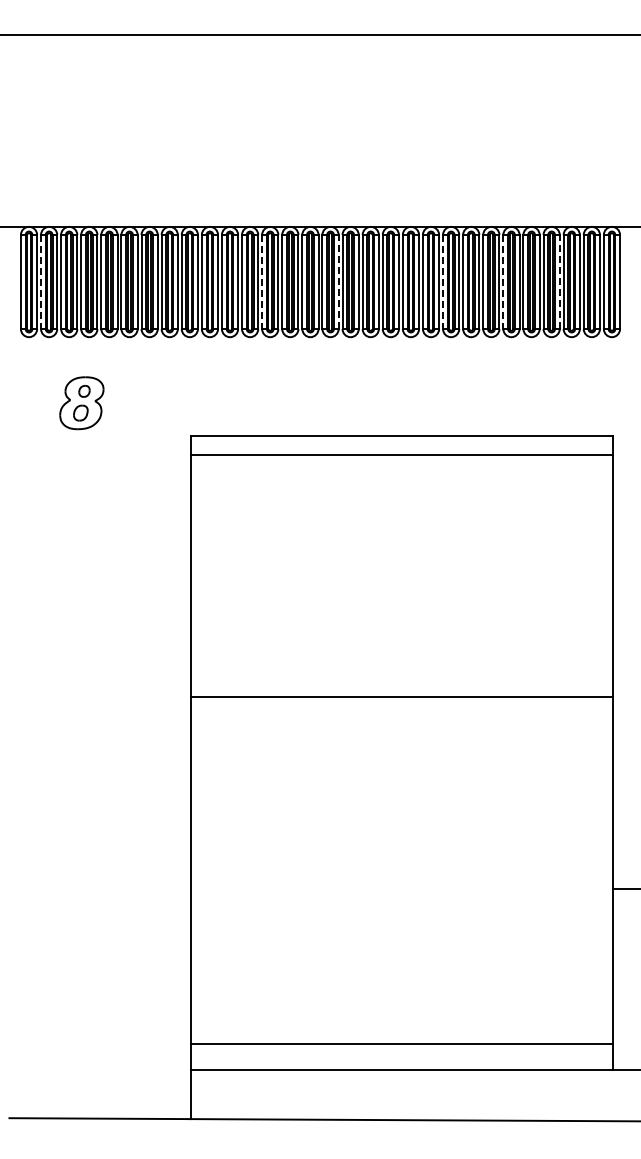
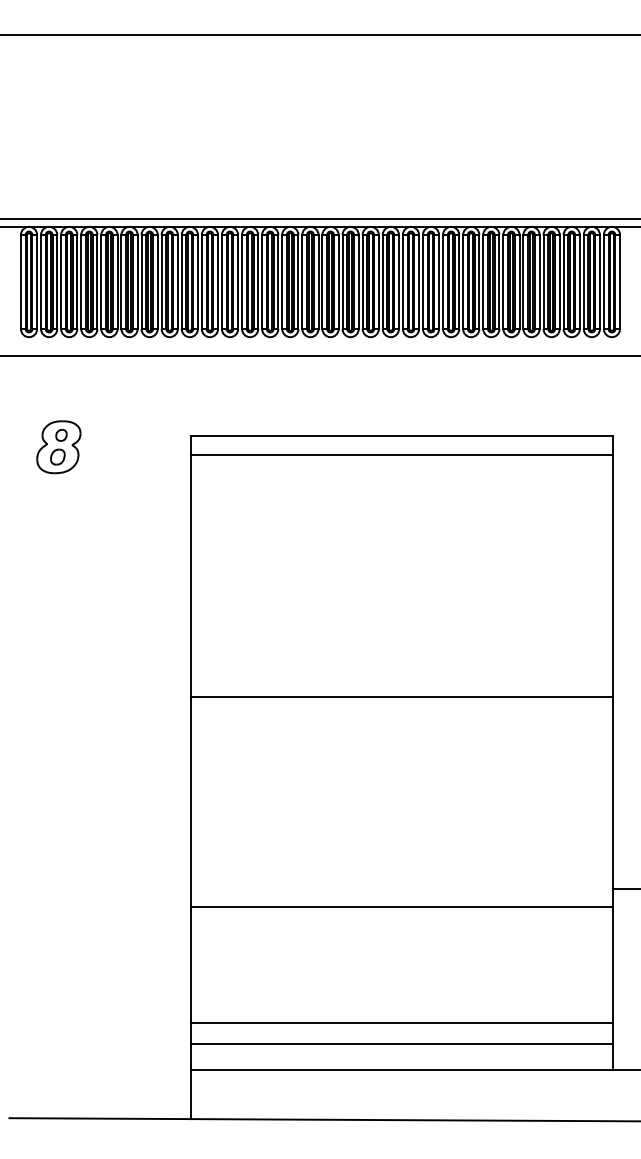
line at (319, 219): none -> present
line at (338, 281): dashed -> solid
line at (559, 281): dashed -> solid
line at (41, 282): dashed -> solid
line at (262, 282): dashed -> solid
line at (443, 282): dashed -> solid
line at (503, 282): dashed -> solid
line at (319, 355): none -> present
part at (81, 403) position: (81, 403) -> (58, 447)
line at (401, 907): none -> present
line at (401, 1023): none -> present
